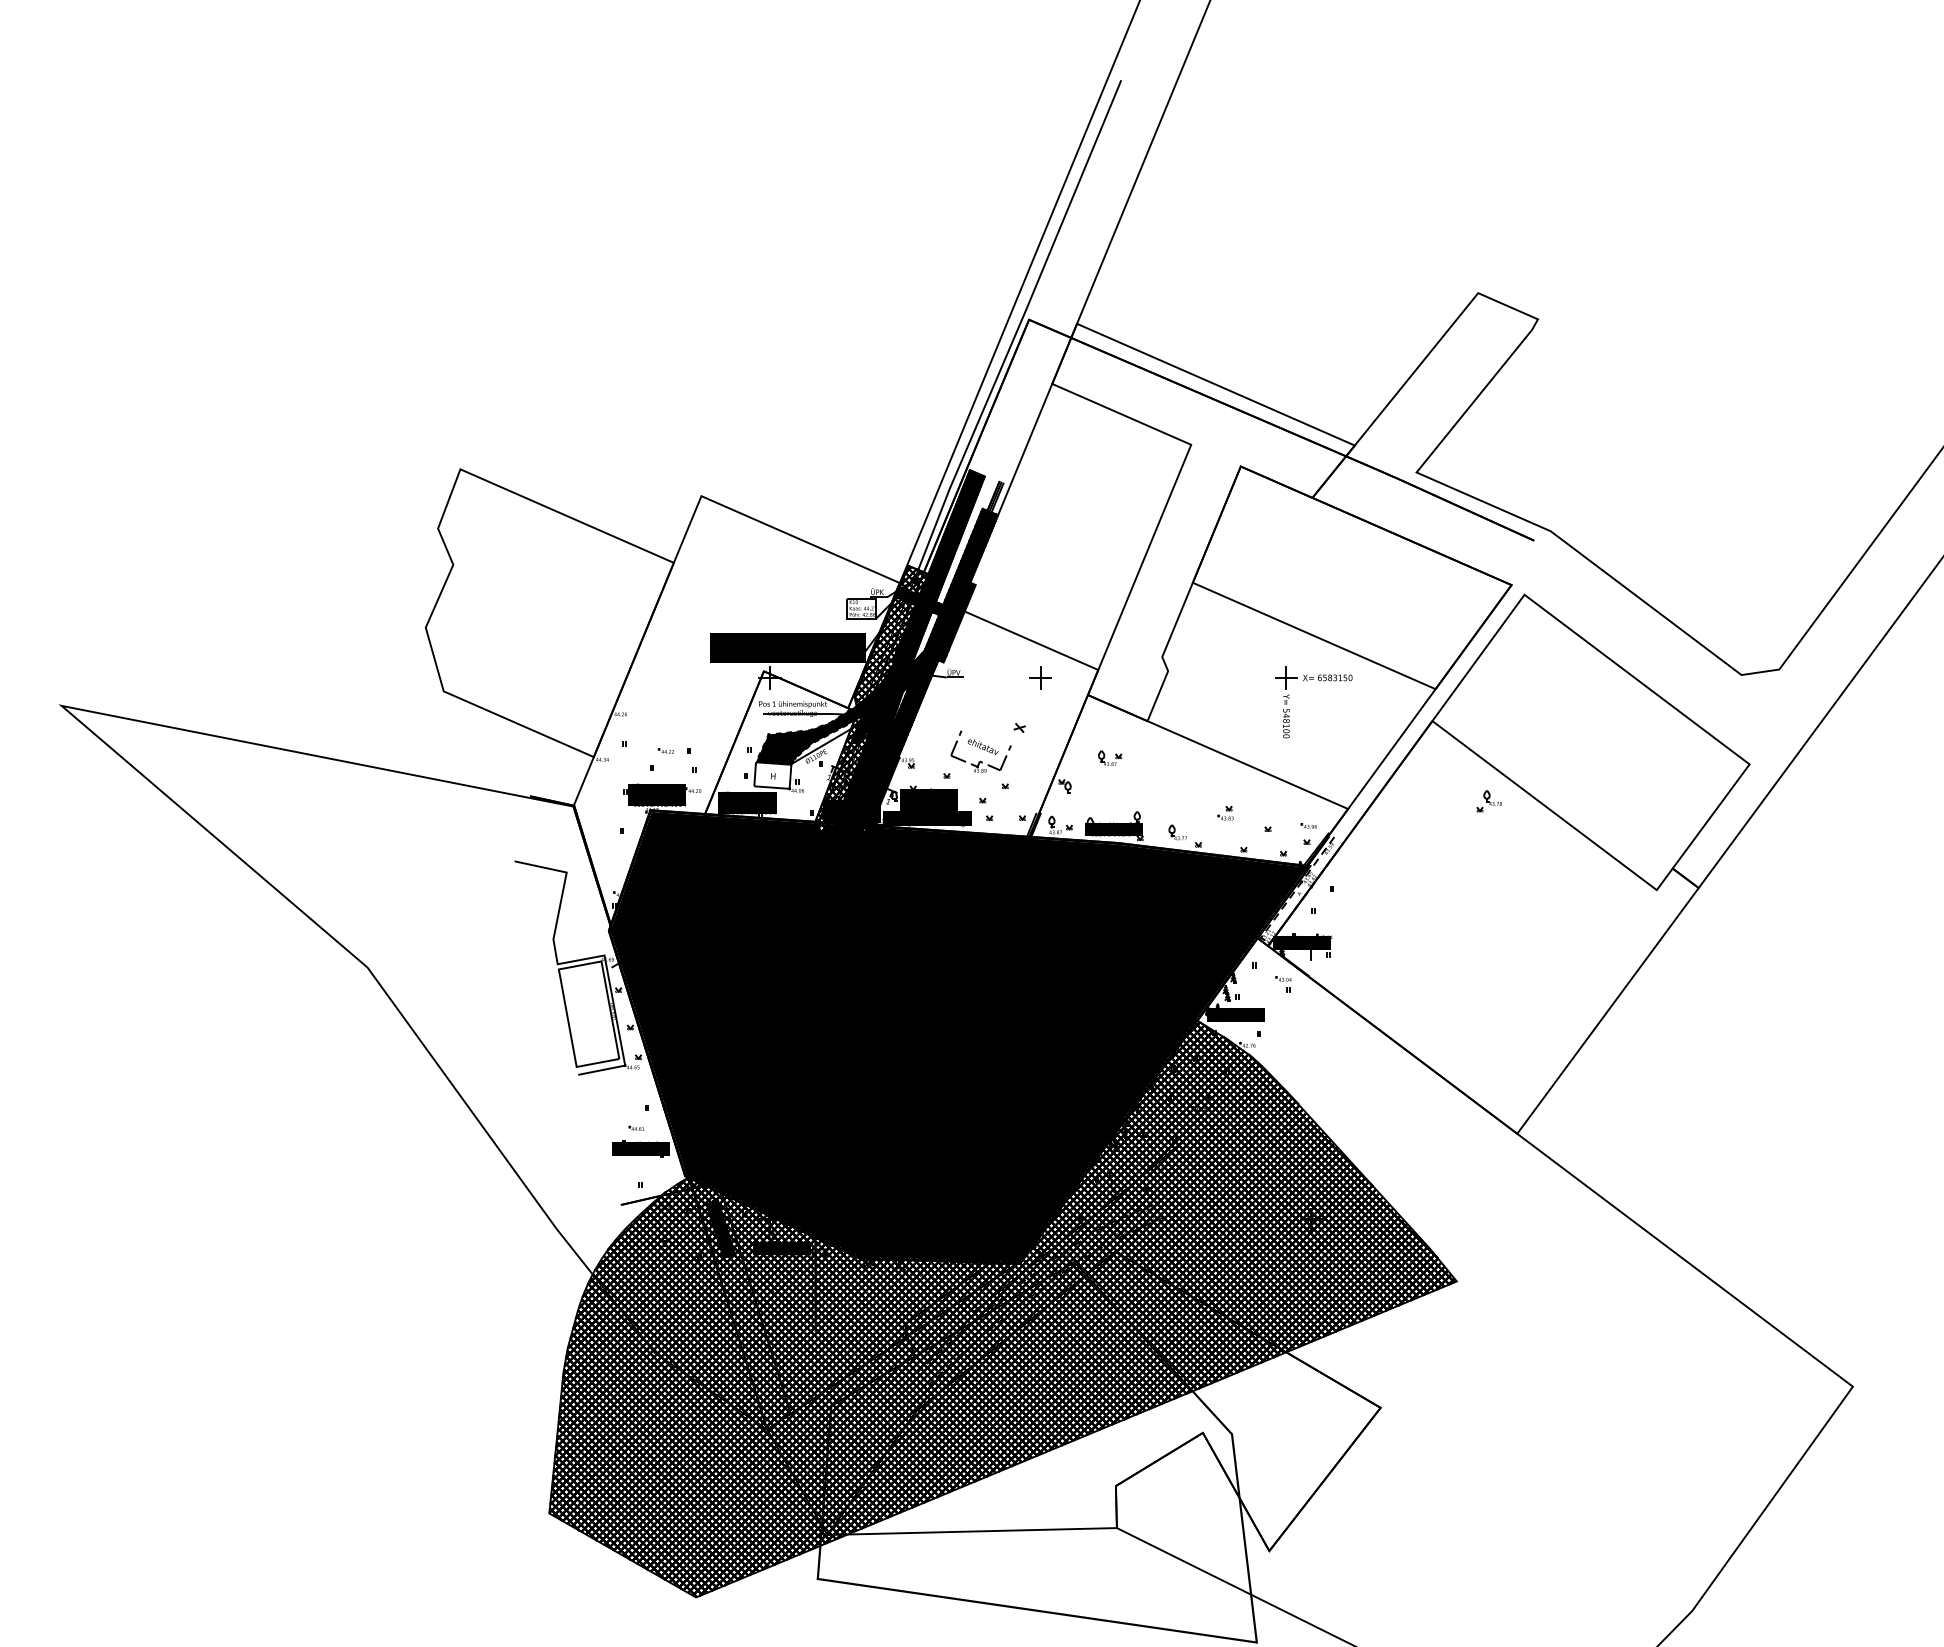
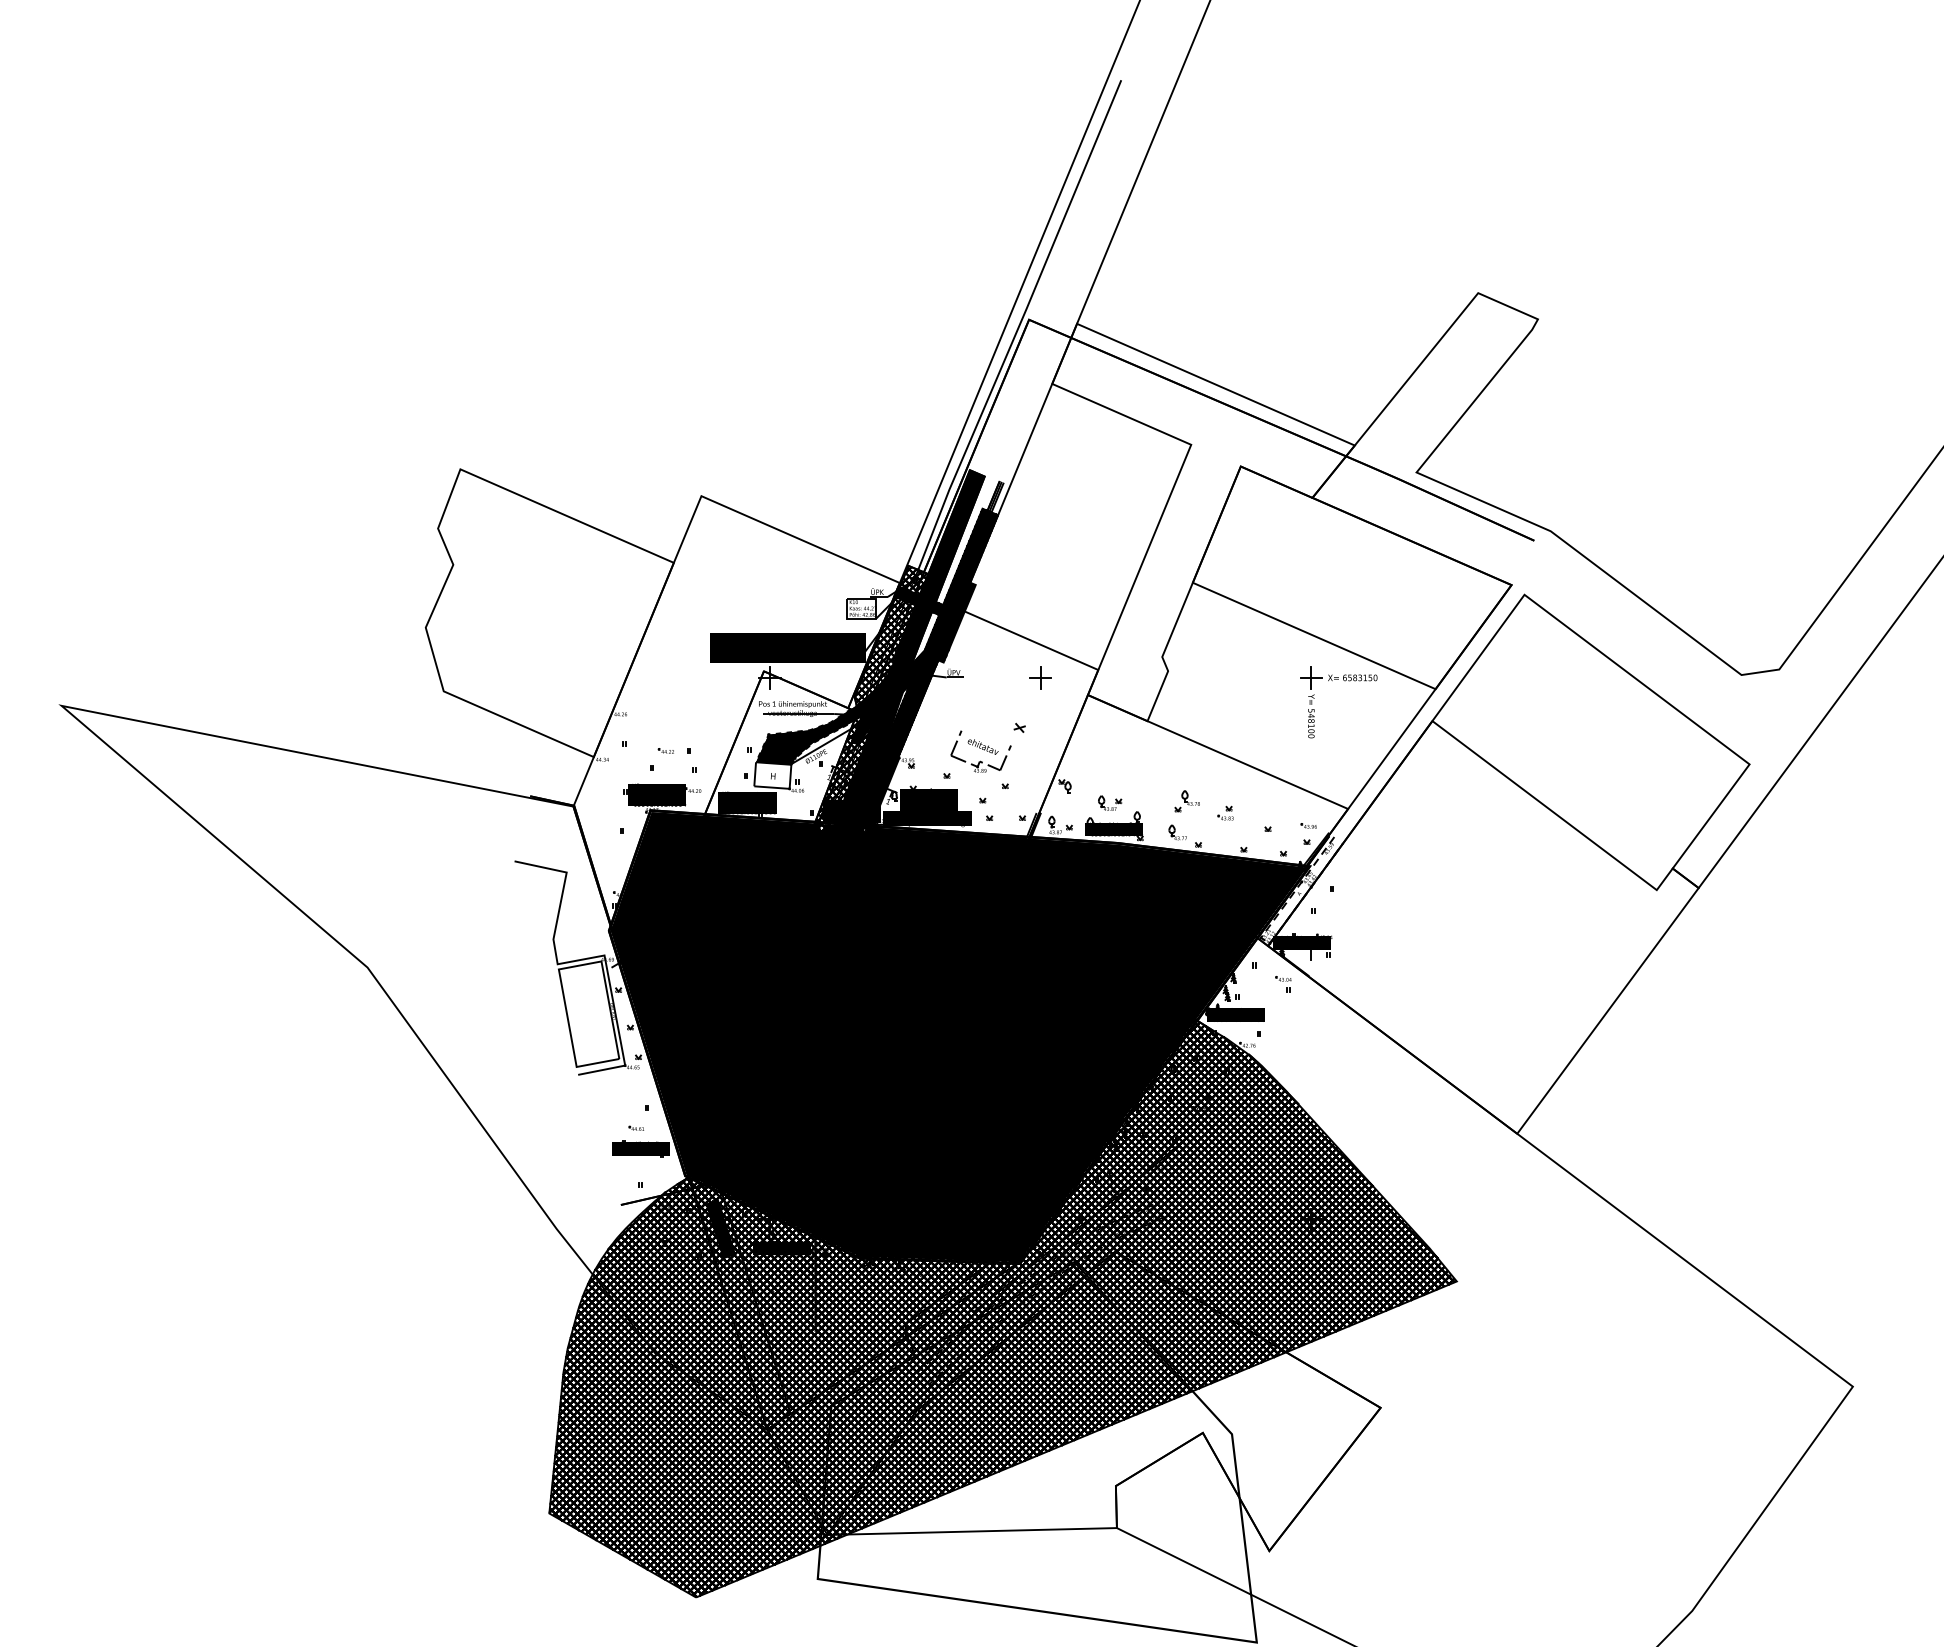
part at (1307, 681) position: (1307, 681) -> (1332, 681)
part at (1110, 757) position: (1110, 757) -> (1110, 802)
part at (1488, 801) position: (1488, 801) -> (1186, 801)
